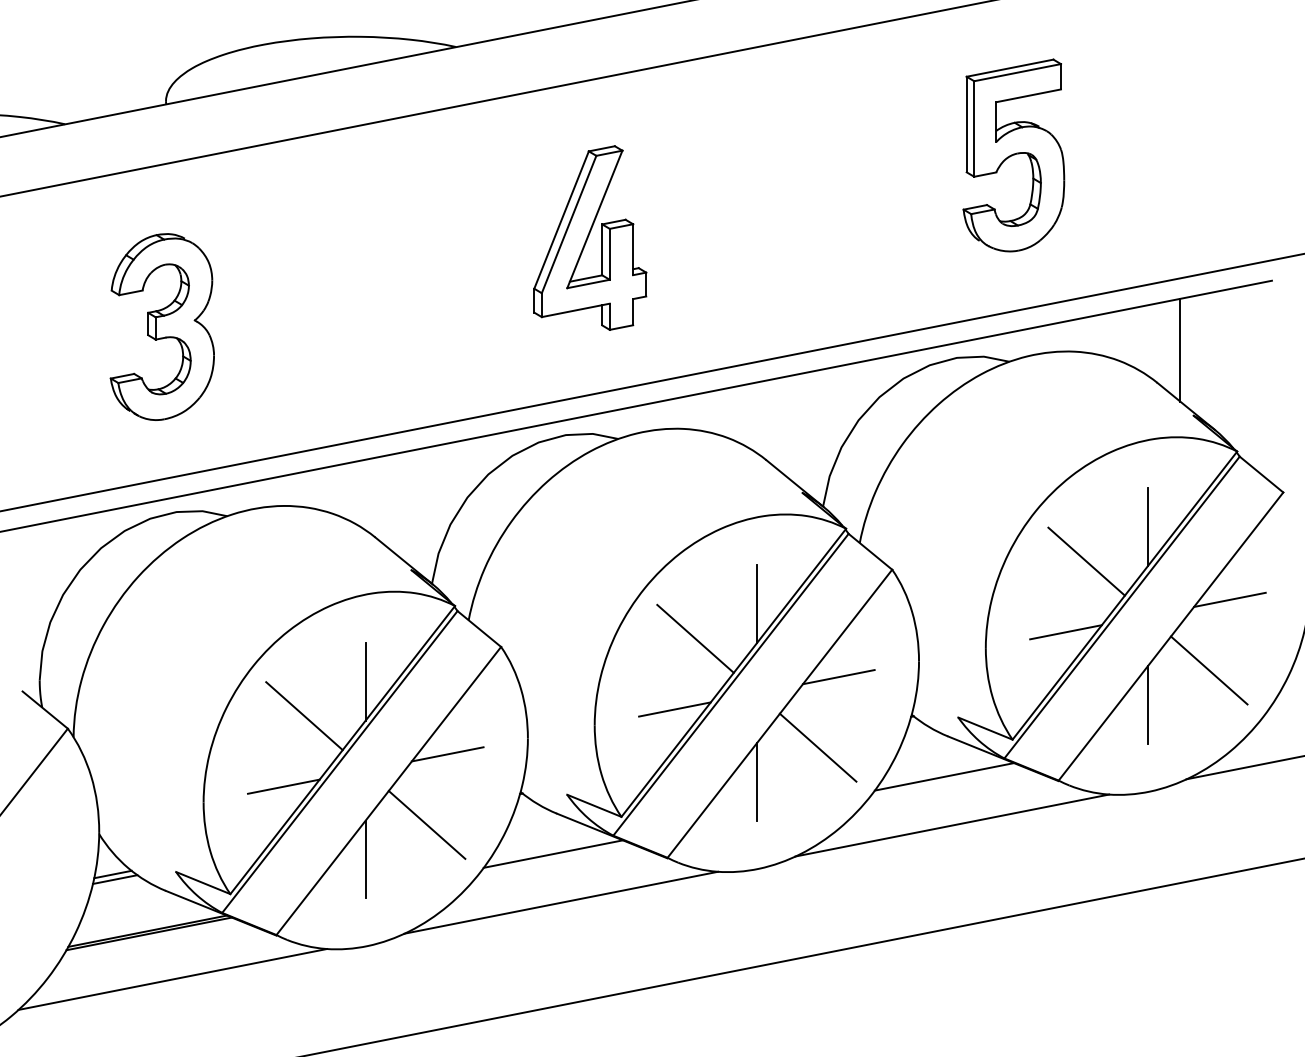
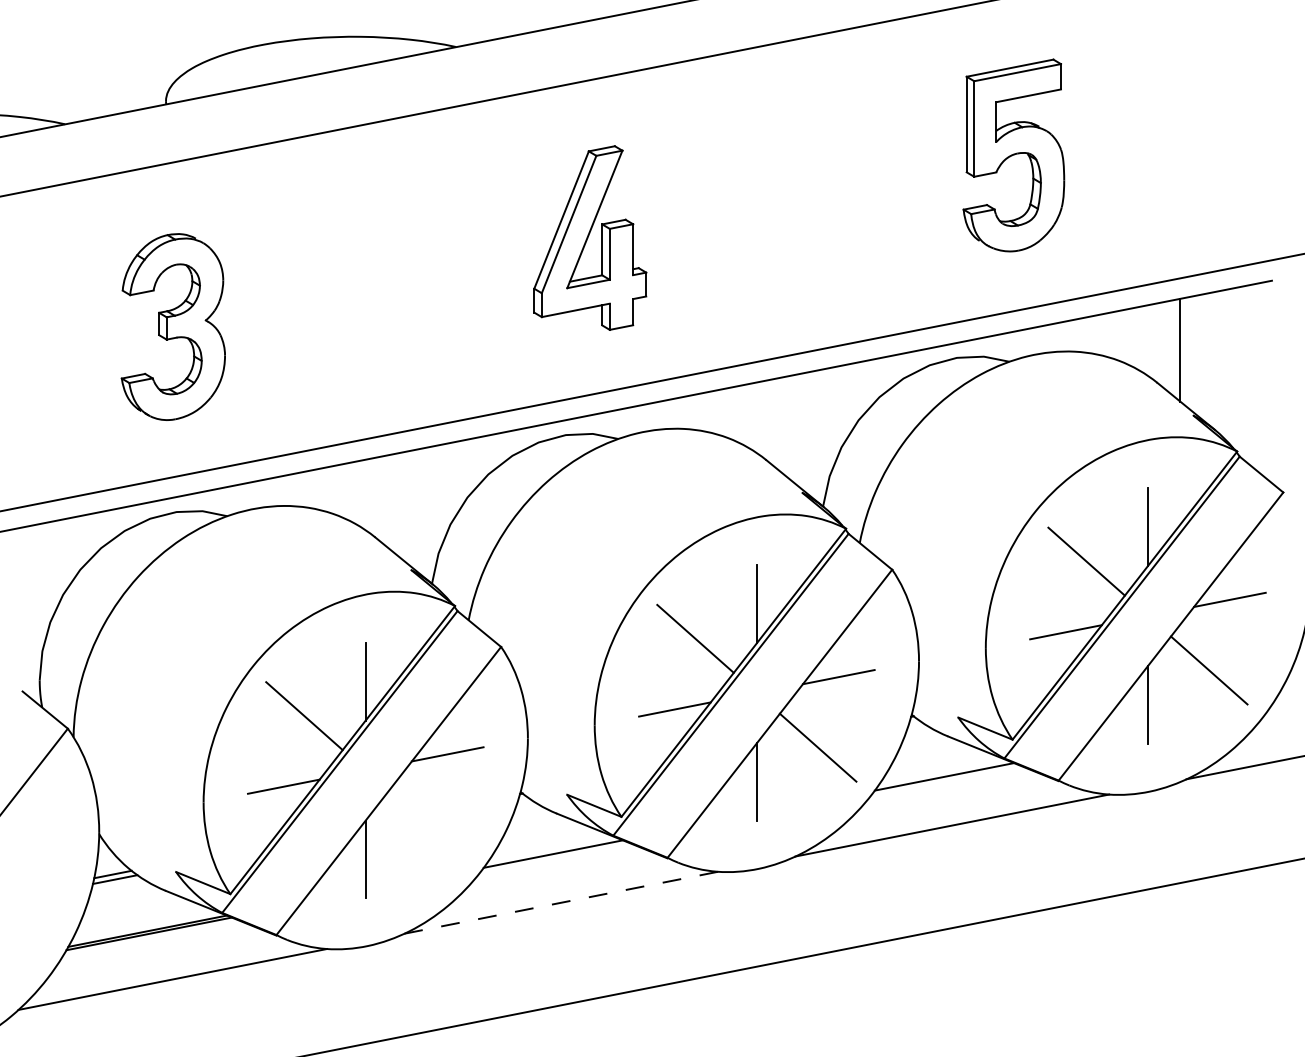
part at (161, 326) position: (161, 326) -> (172, 326)
line at (426, 824): present -> none
line at (561, 902): solid -> dashed
